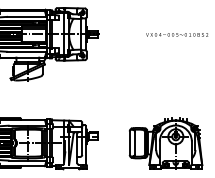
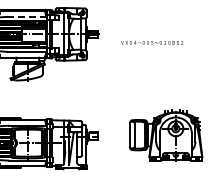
line at (27, 16): solid -> dashed
text at (177, 34) position: (177, 34) -> (152, 42)
part at (165, 143) position: (165, 143) -> (165, 135)
